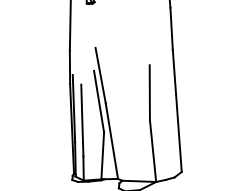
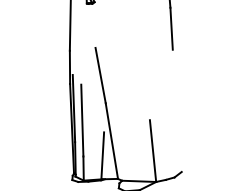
line at (149, 92): present -> none
line at (99, 101): present -> none
line at (176, 110): present -> none
